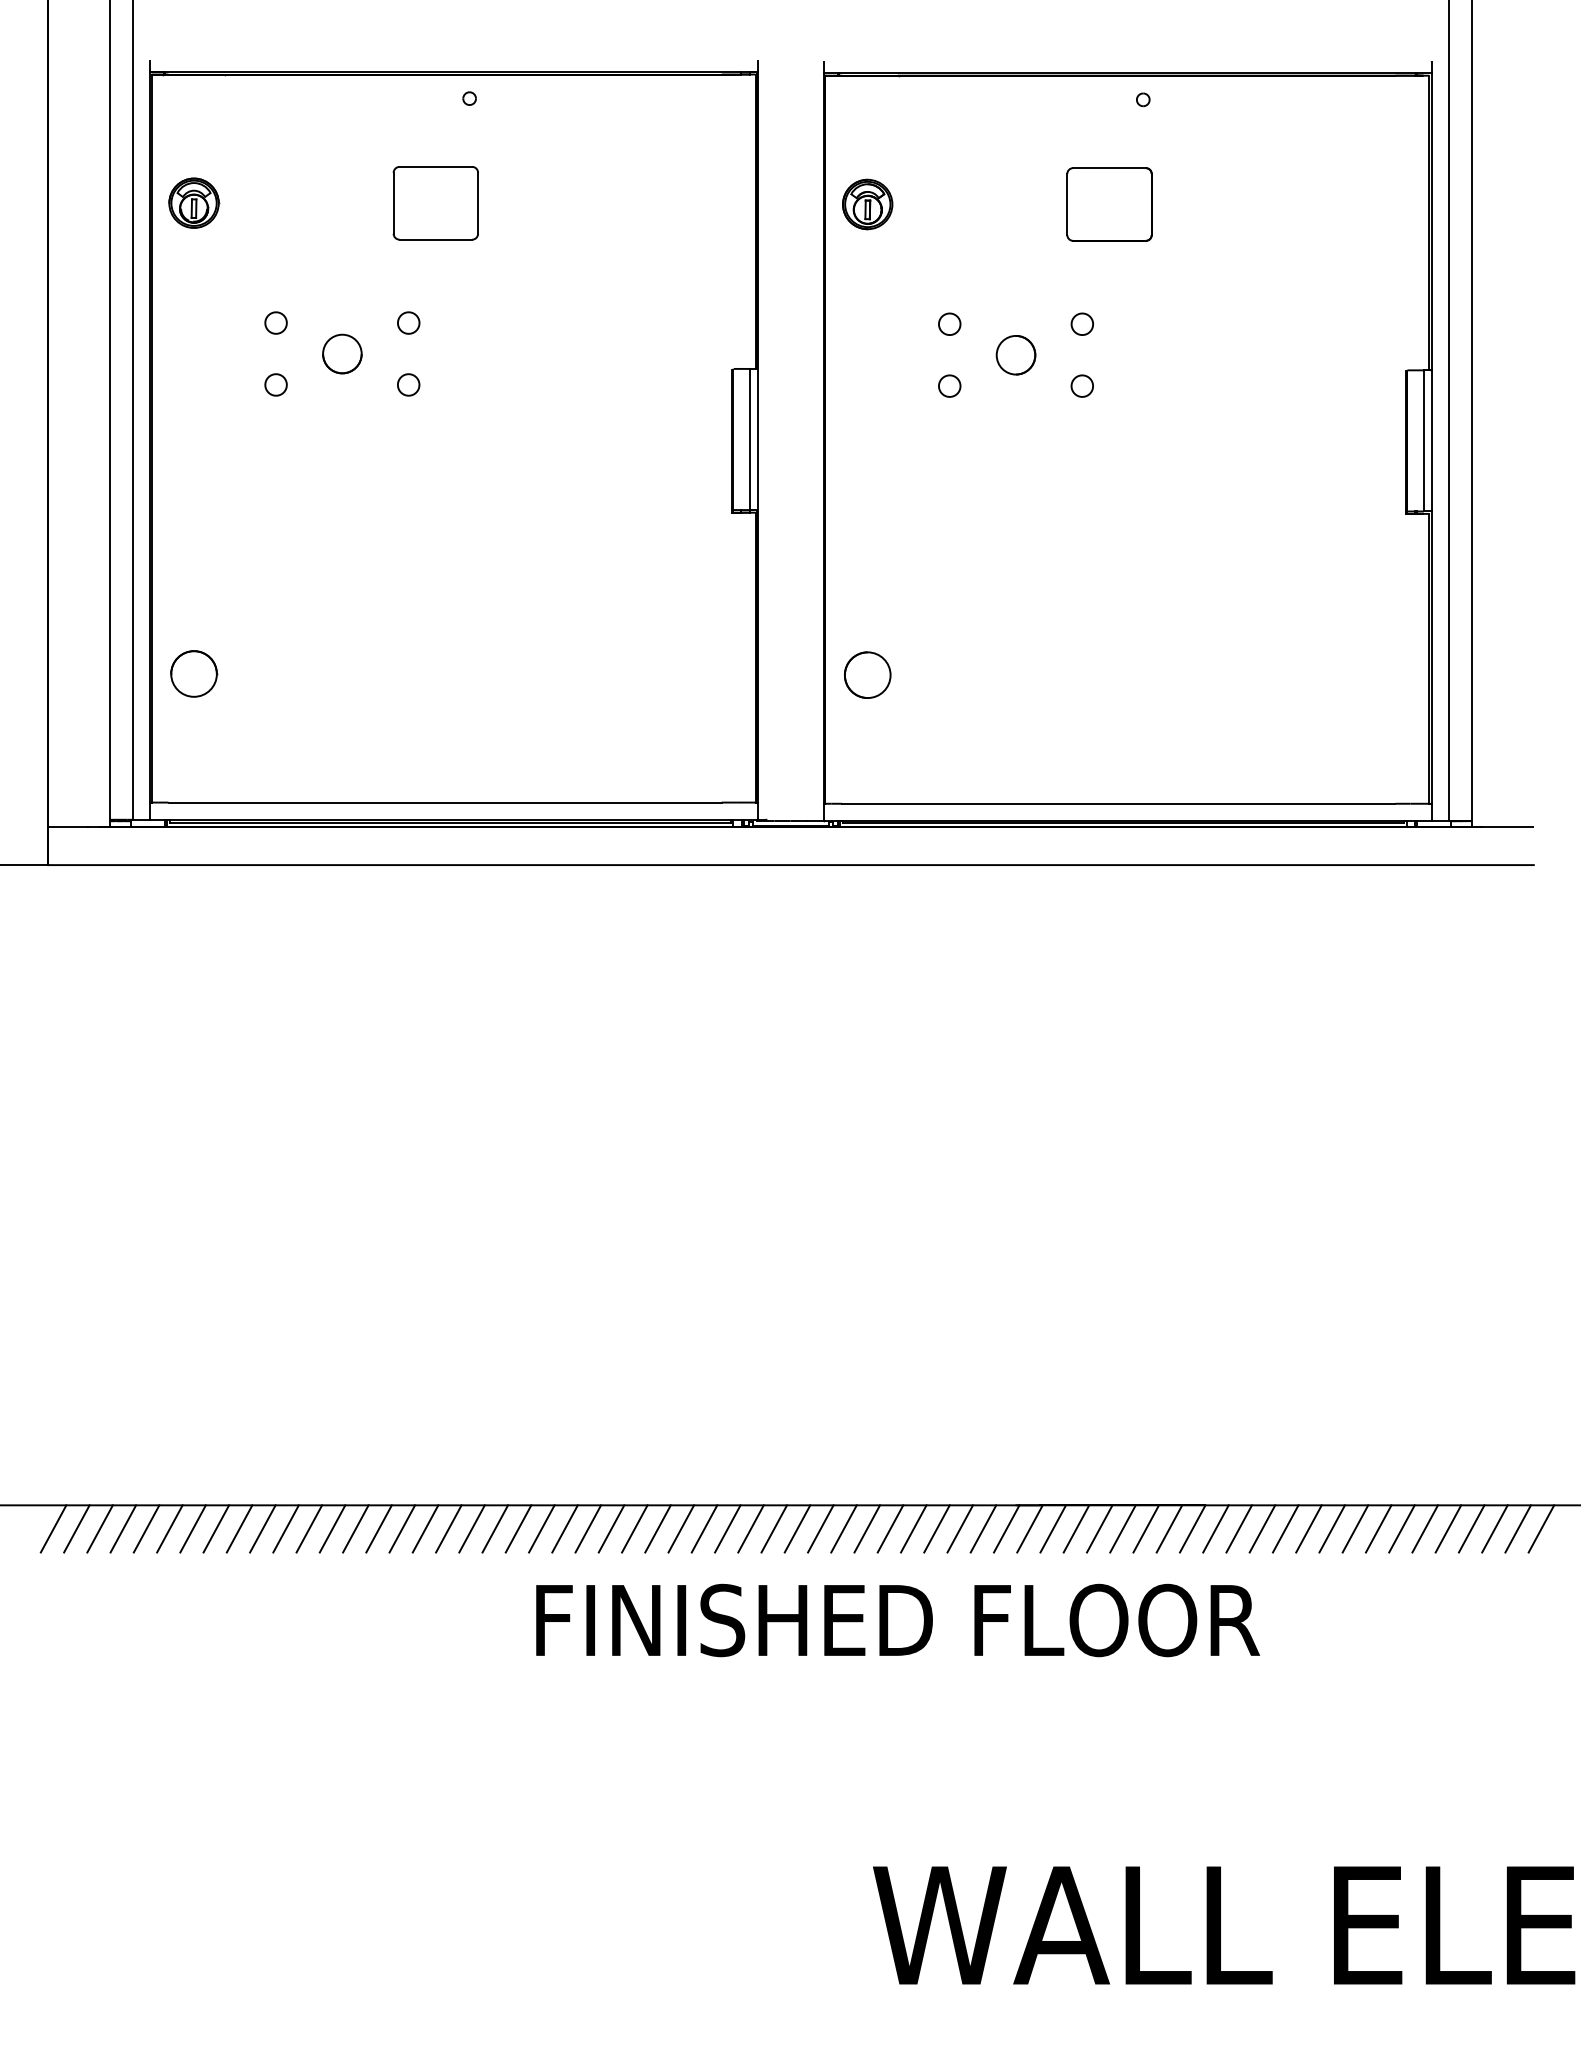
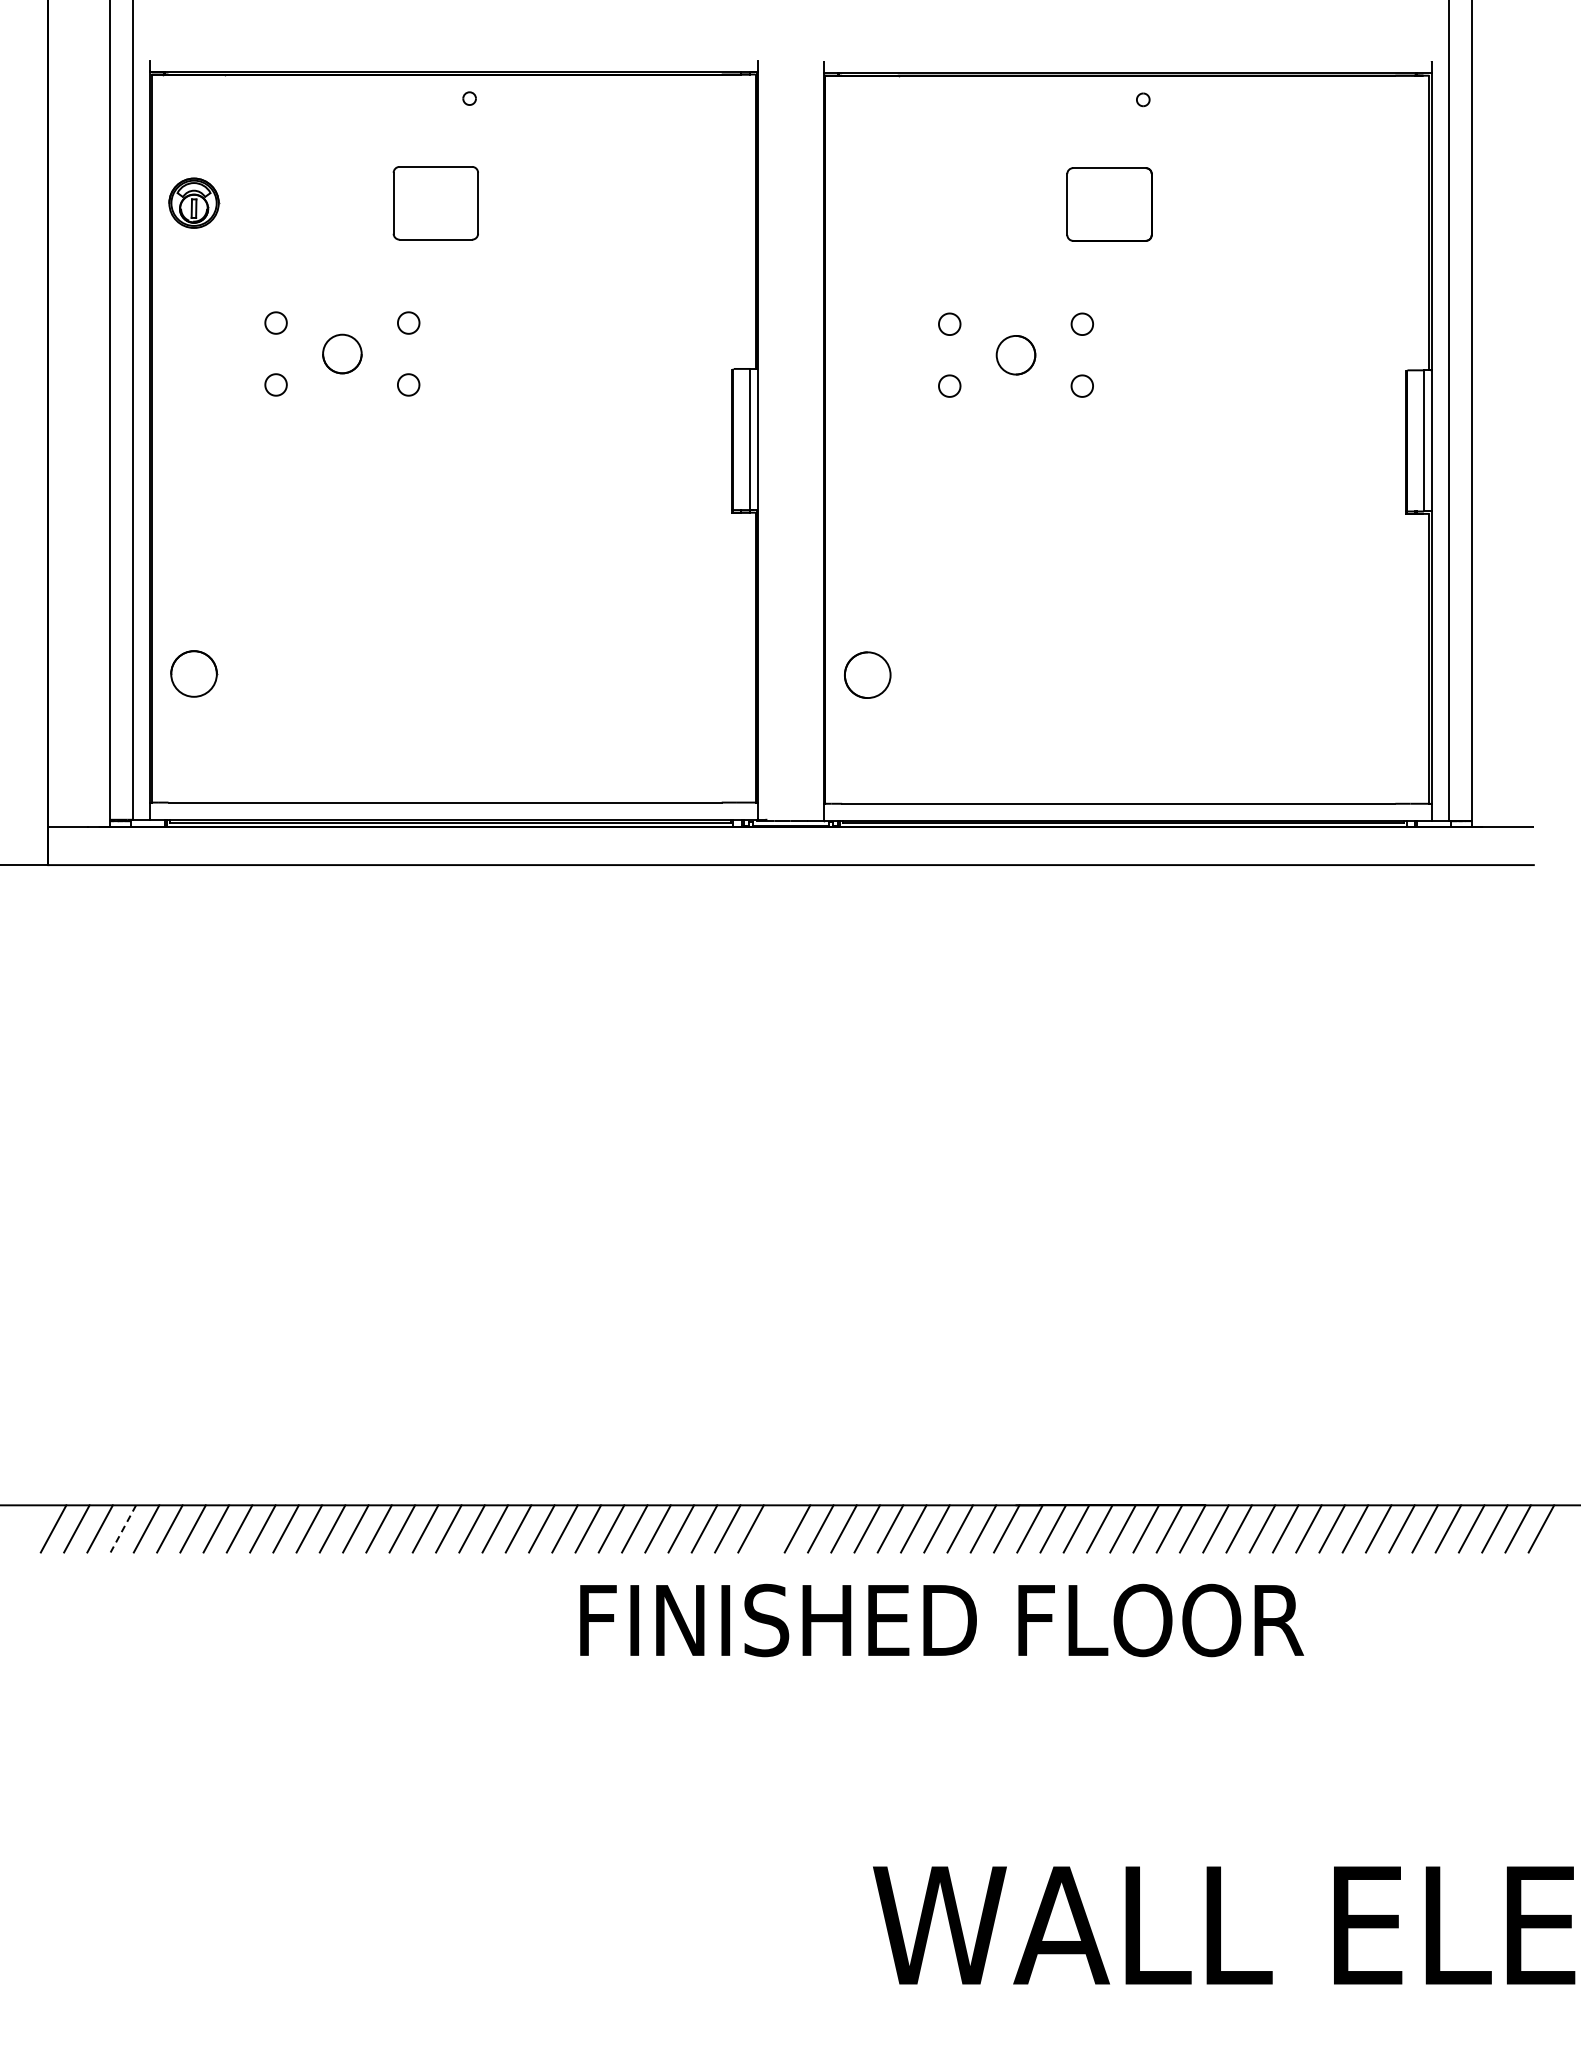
part at (867, 204): present -> none
line at (123, 1528): solid -> dashed
line at (774, 1528): present -> none
text at (897, 1620) position: (897, 1620) -> (941, 1620)
